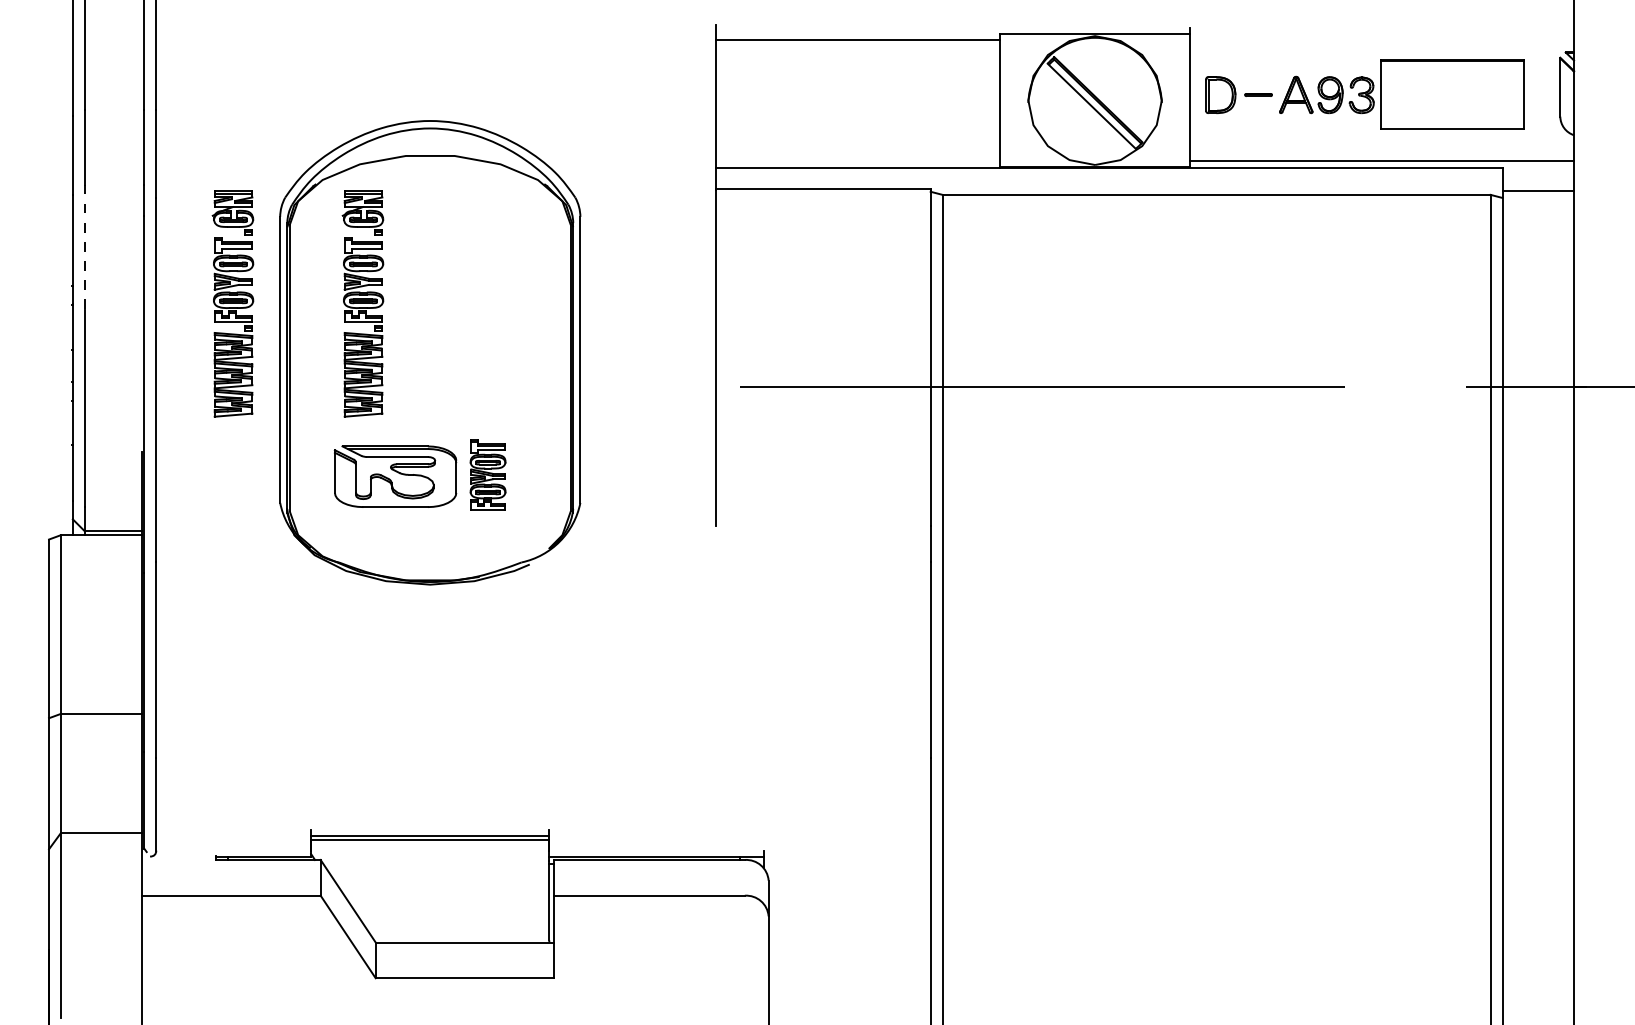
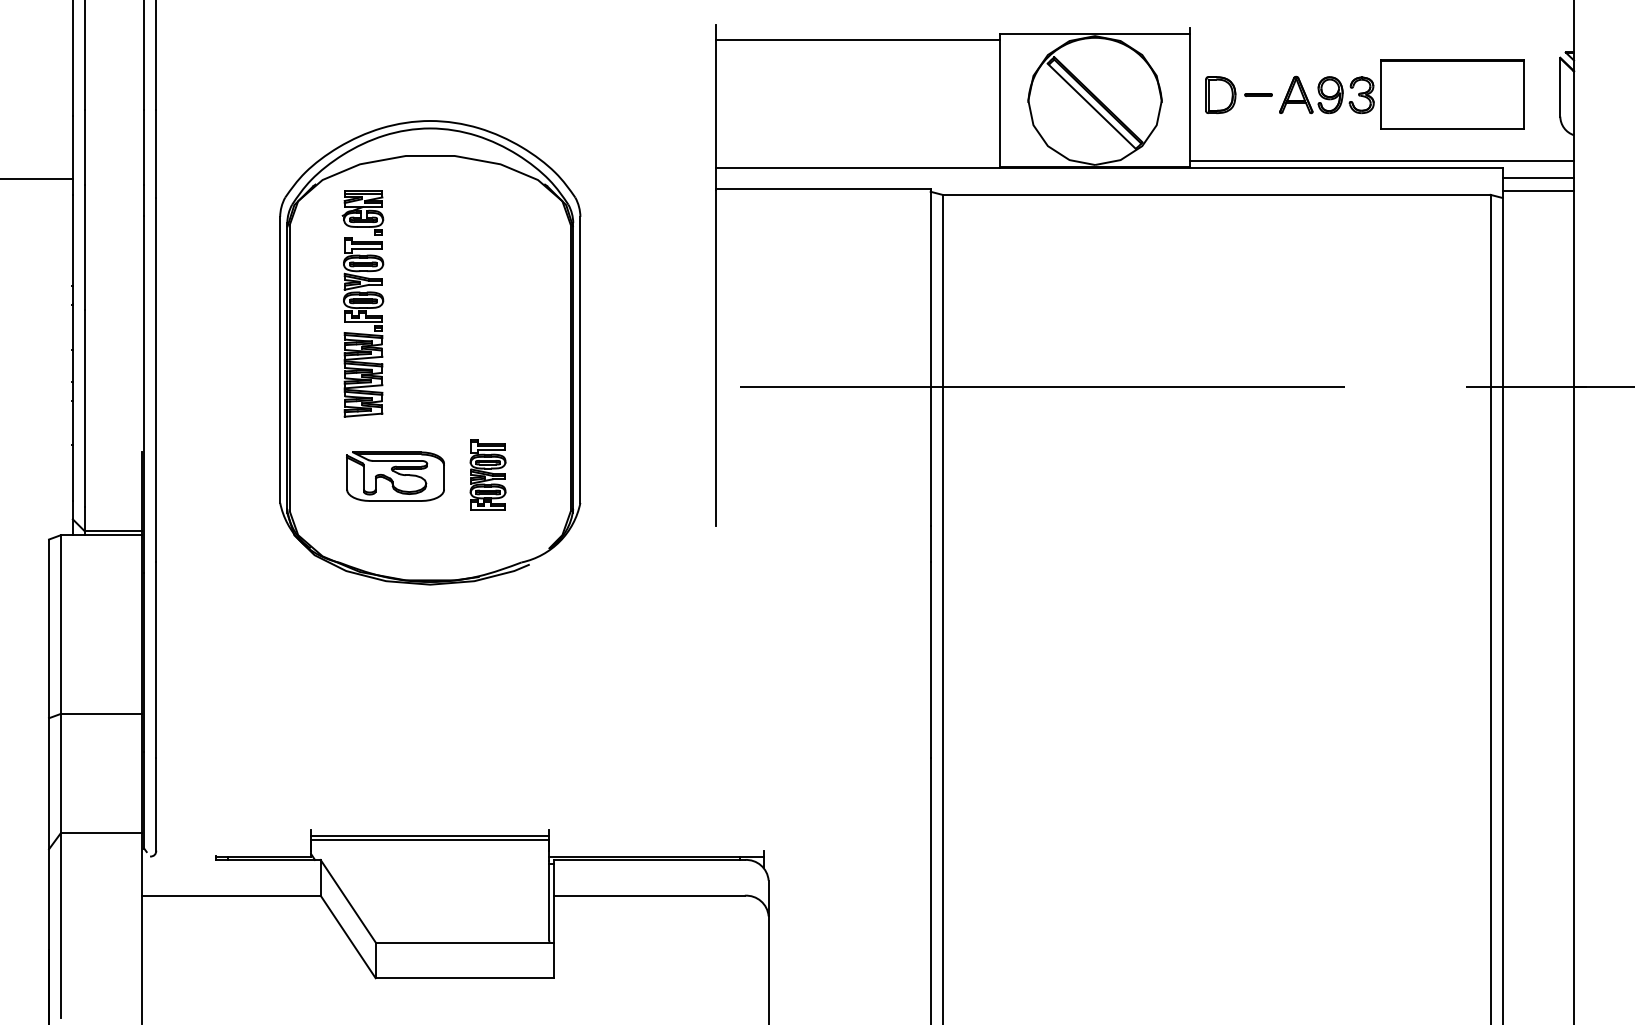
line at (37, 178): none -> present
line at (1538, 178): none -> present
line at (84, 247): dashed -> solid
part at (232, 303): present -> none
part at (395, 476) size: 125x63 px -> 99x51 px
